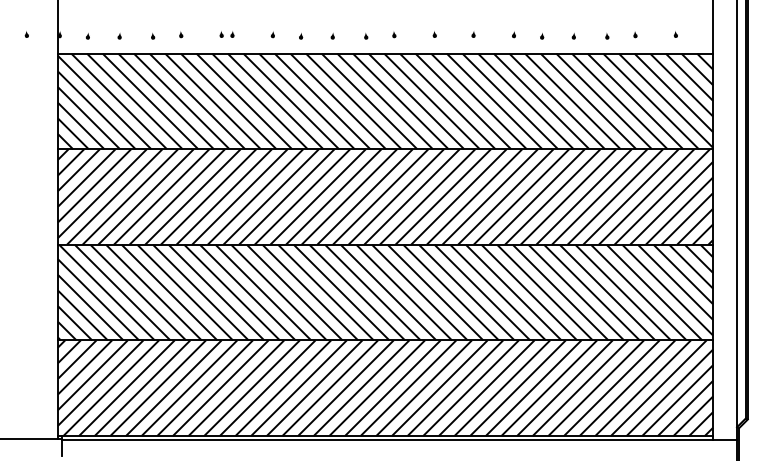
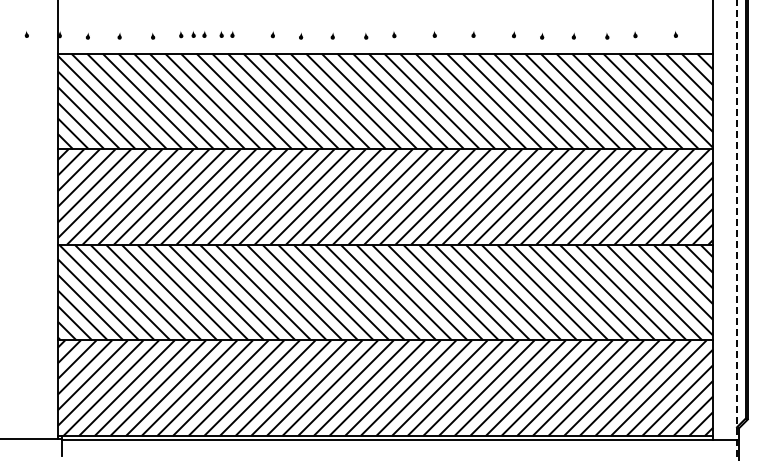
part at (198, 34): none -> present
line at (737, 230): solid -> dashed
